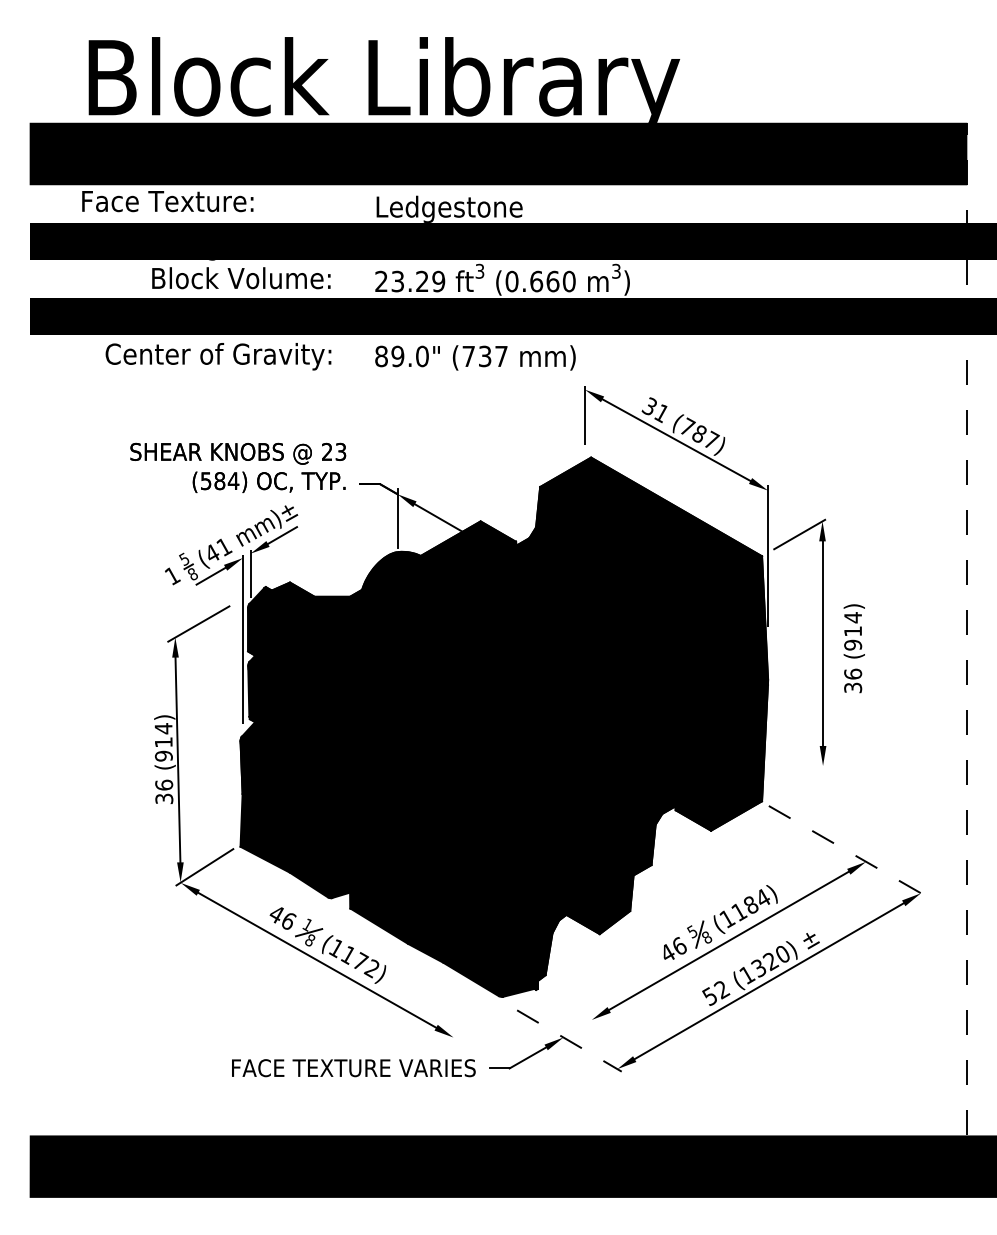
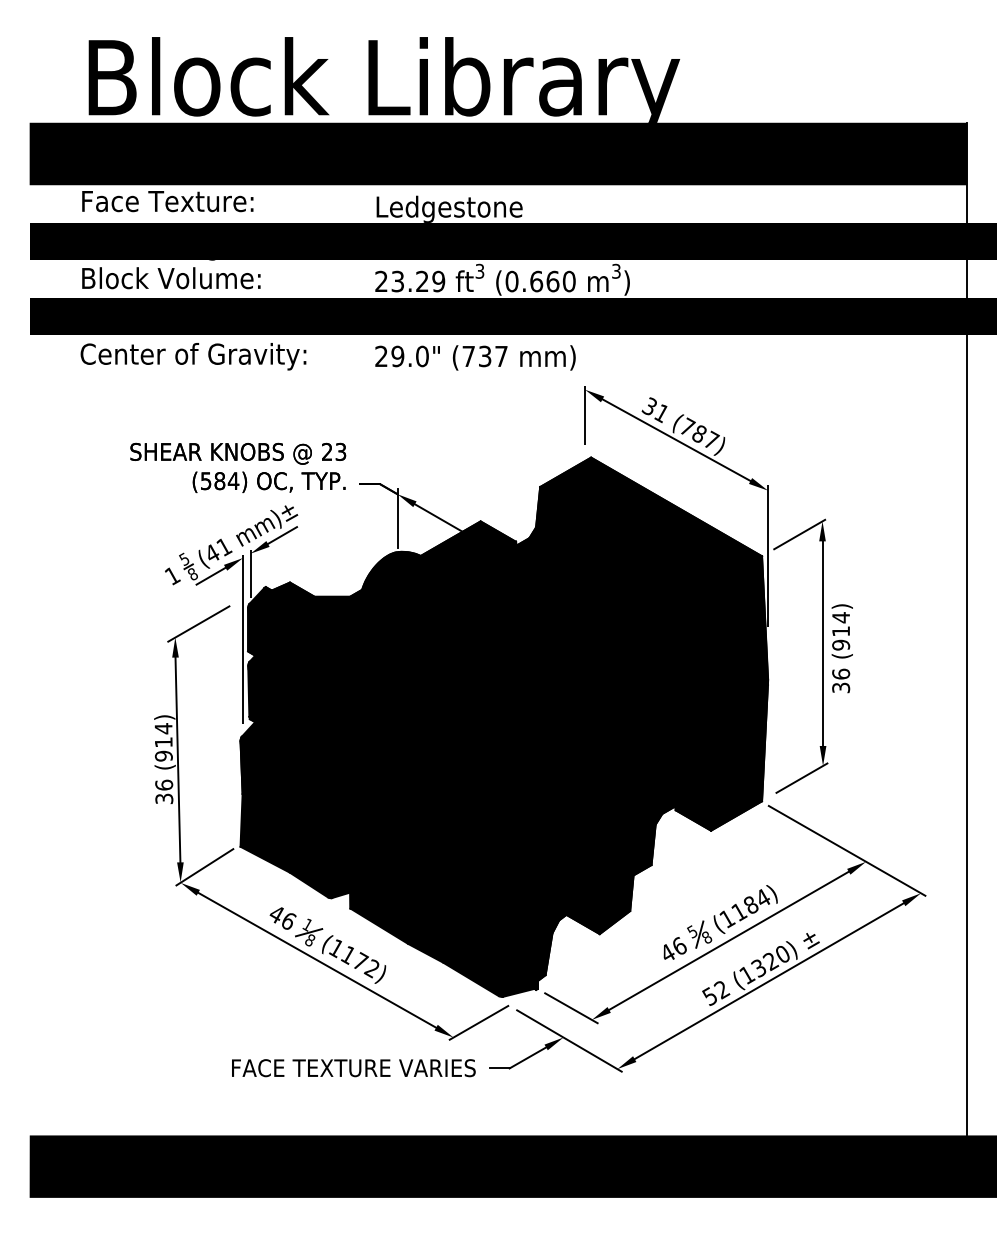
text at (241, 278) position: (241, 278) -> (171, 278)
text at (218, 356) position: (218, 356) -> (193, 356)
text at (381, 356): 89.0" -> 29.0"
line at (967, 628): dashed -> solid
text at (853, 648) position: (853, 648) -> (841, 648)
line at (801, 777): none -> present
line at (847, 851): dashed -> solid
line at (571, 1008): none -> present
line at (478, 1022): none -> present
line at (569, 1041): dashed -> solid
